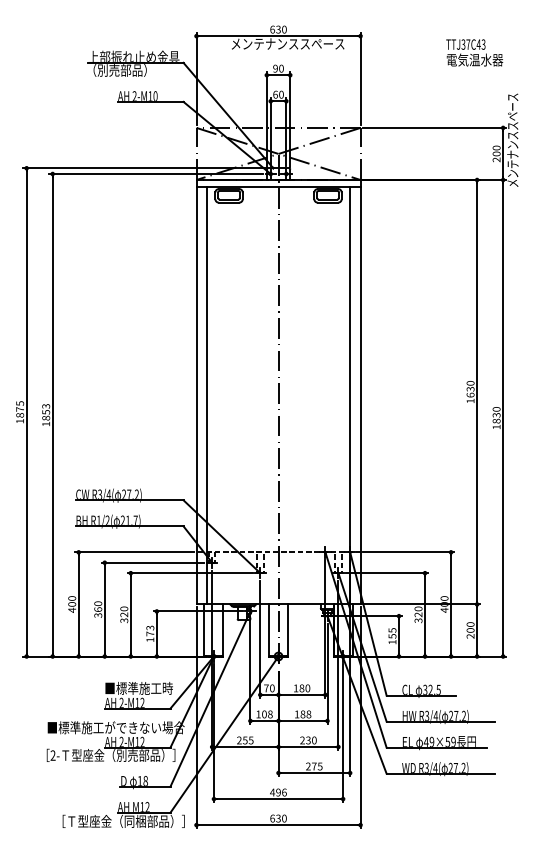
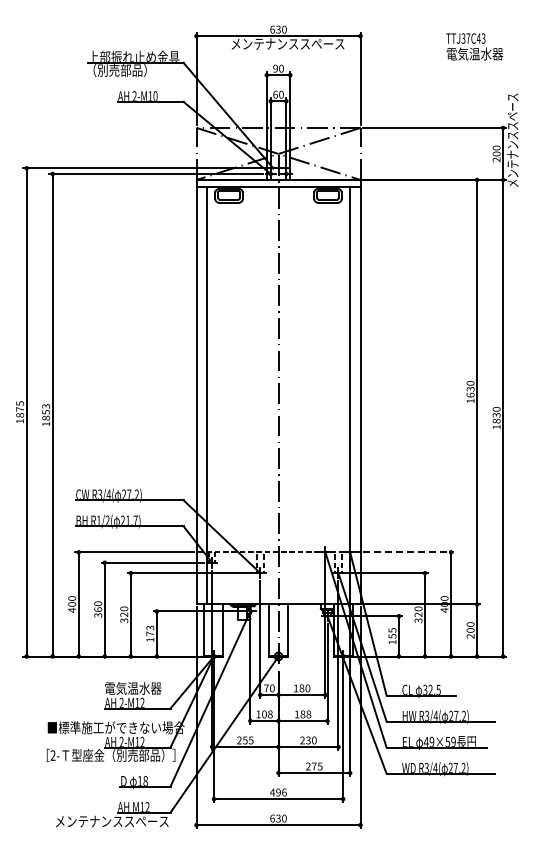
text at (474, 52) position: (474, 52) -> (474, 46)
line at (408, 552): solid -> dashed
text at (138, 688): ■標準施工時 -> 電気温水器
text at (120, 820): ［Ｔ型座金（同梱部品）］ -> メンテナンススペース
